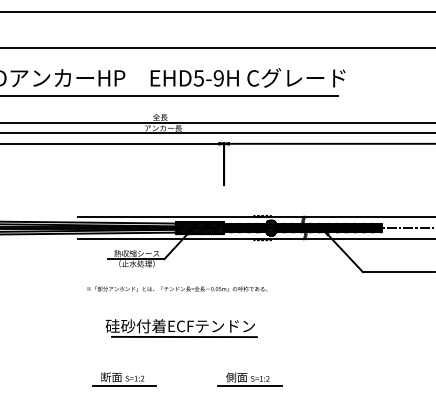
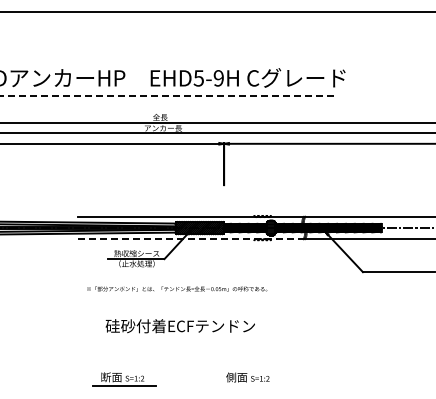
line at (217, 47): present -> none
line at (169, 96): solid -> dashed
line at (190, 239): solid -> dashed
line at (183, 336): present -> none
line at (249, 385): present -> none
